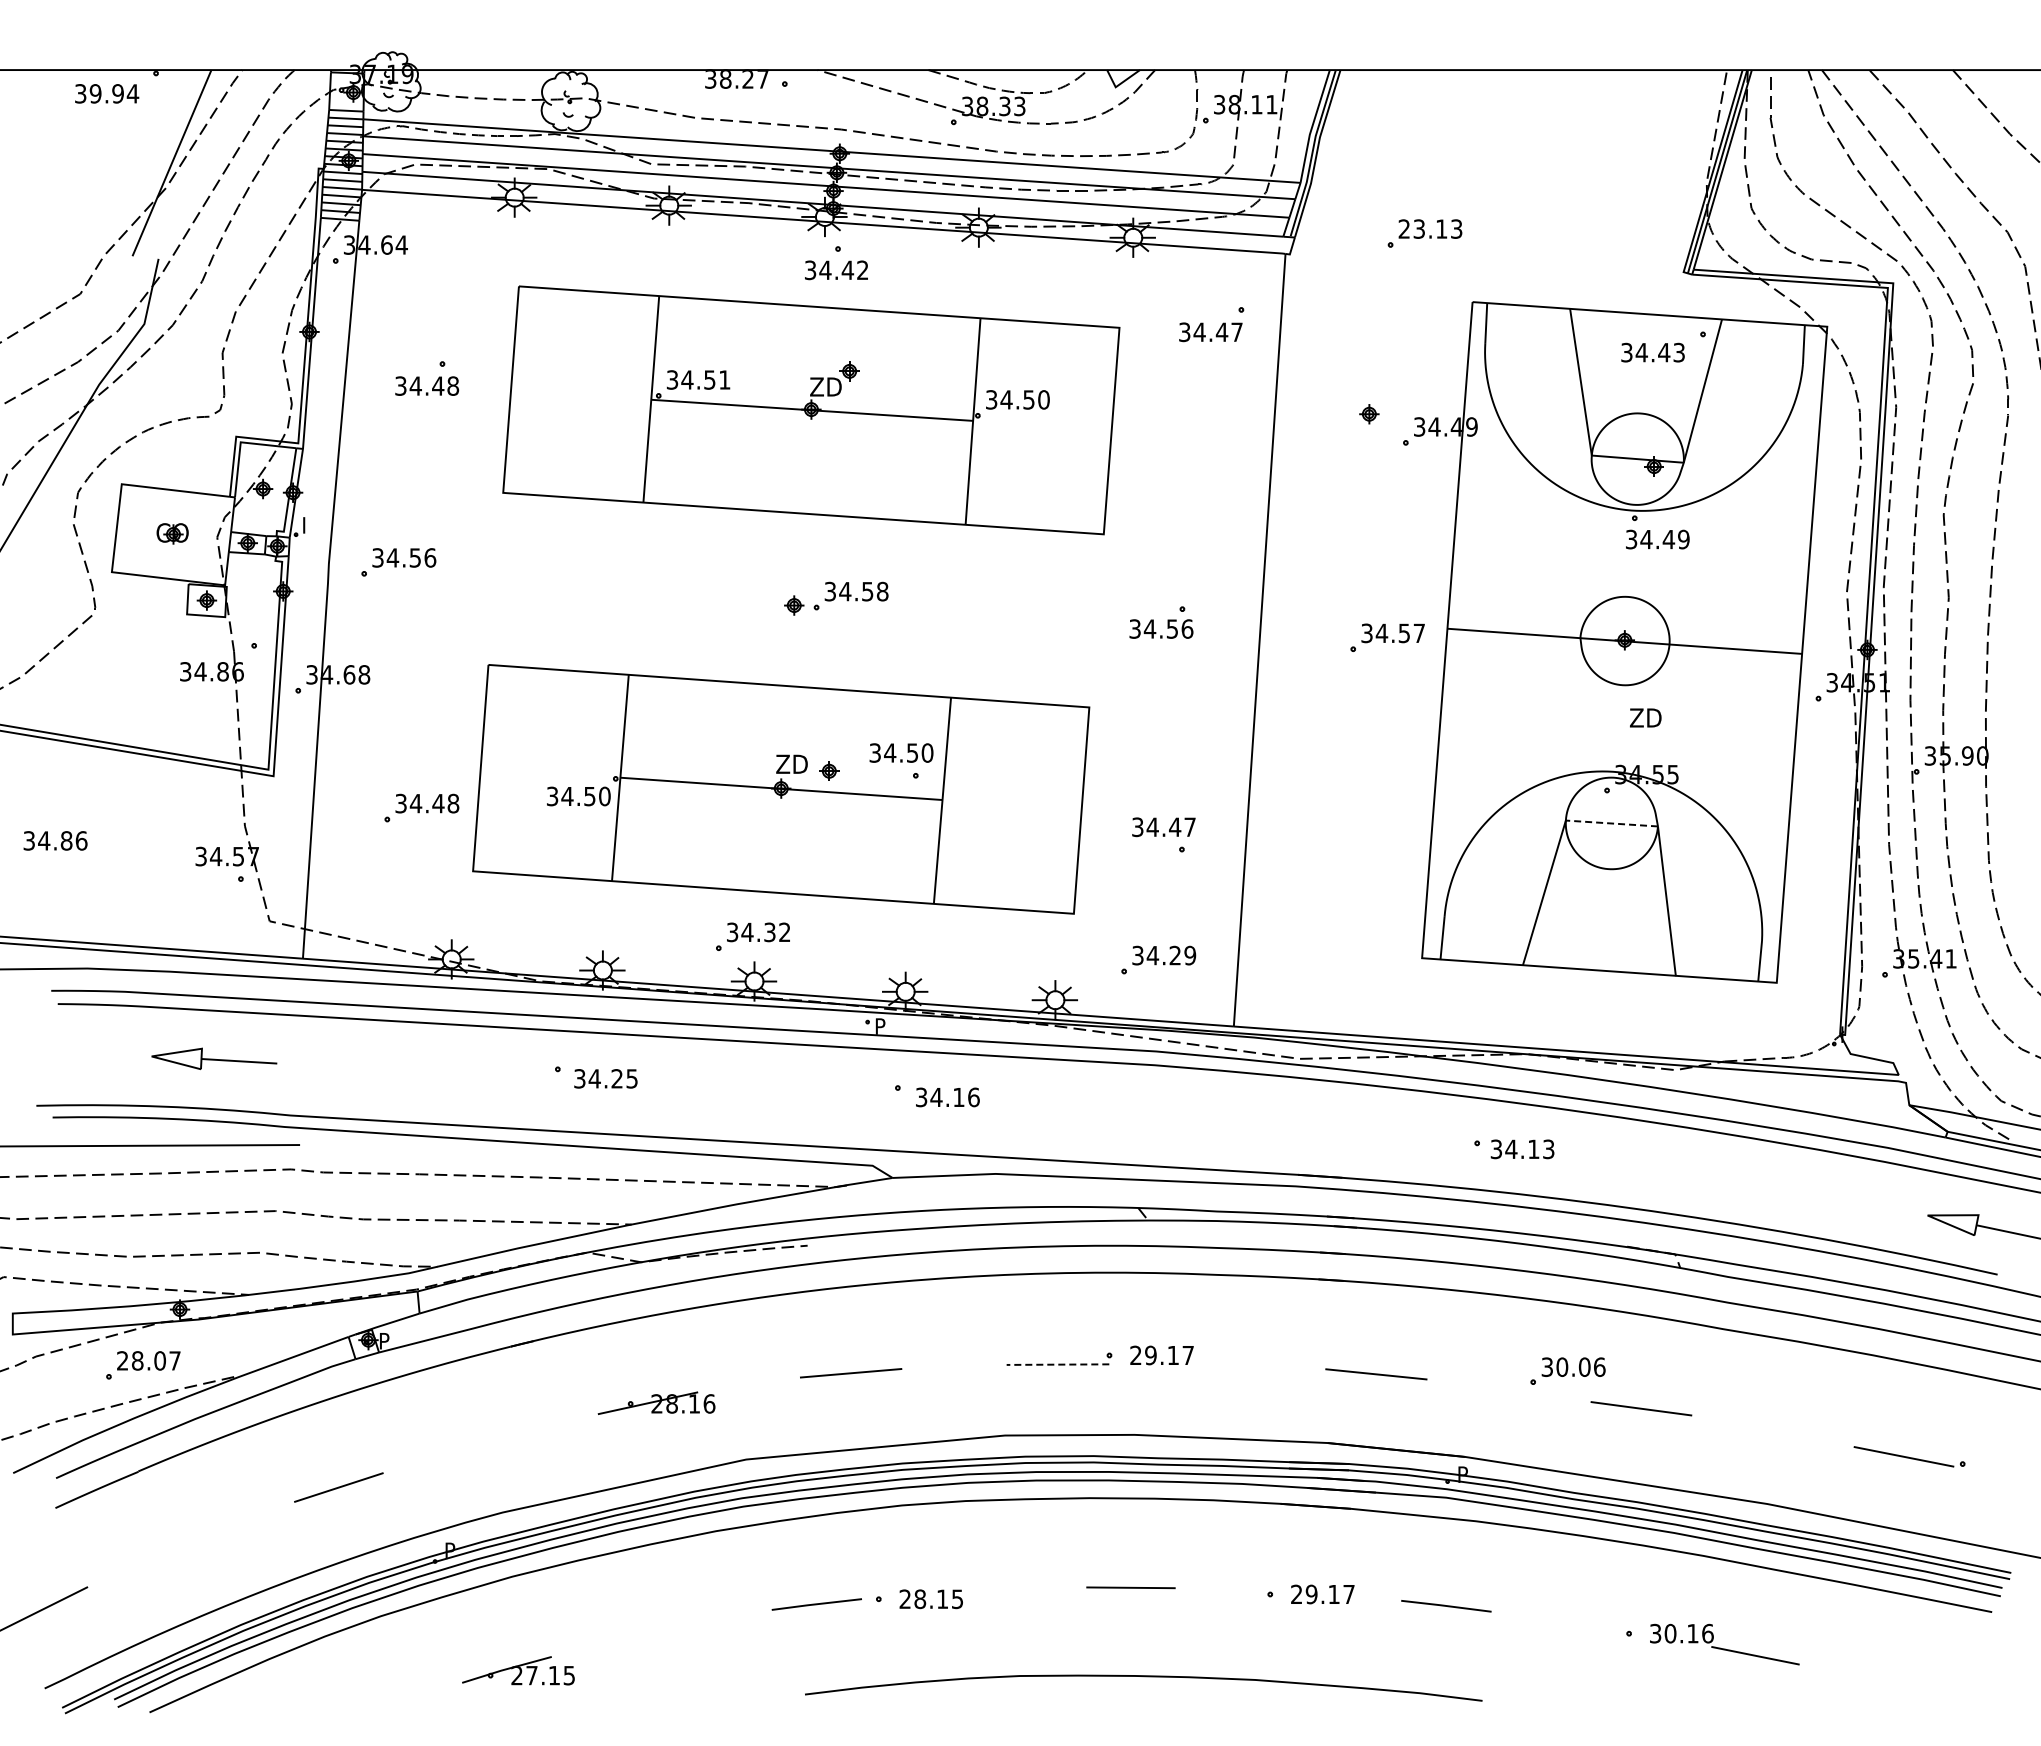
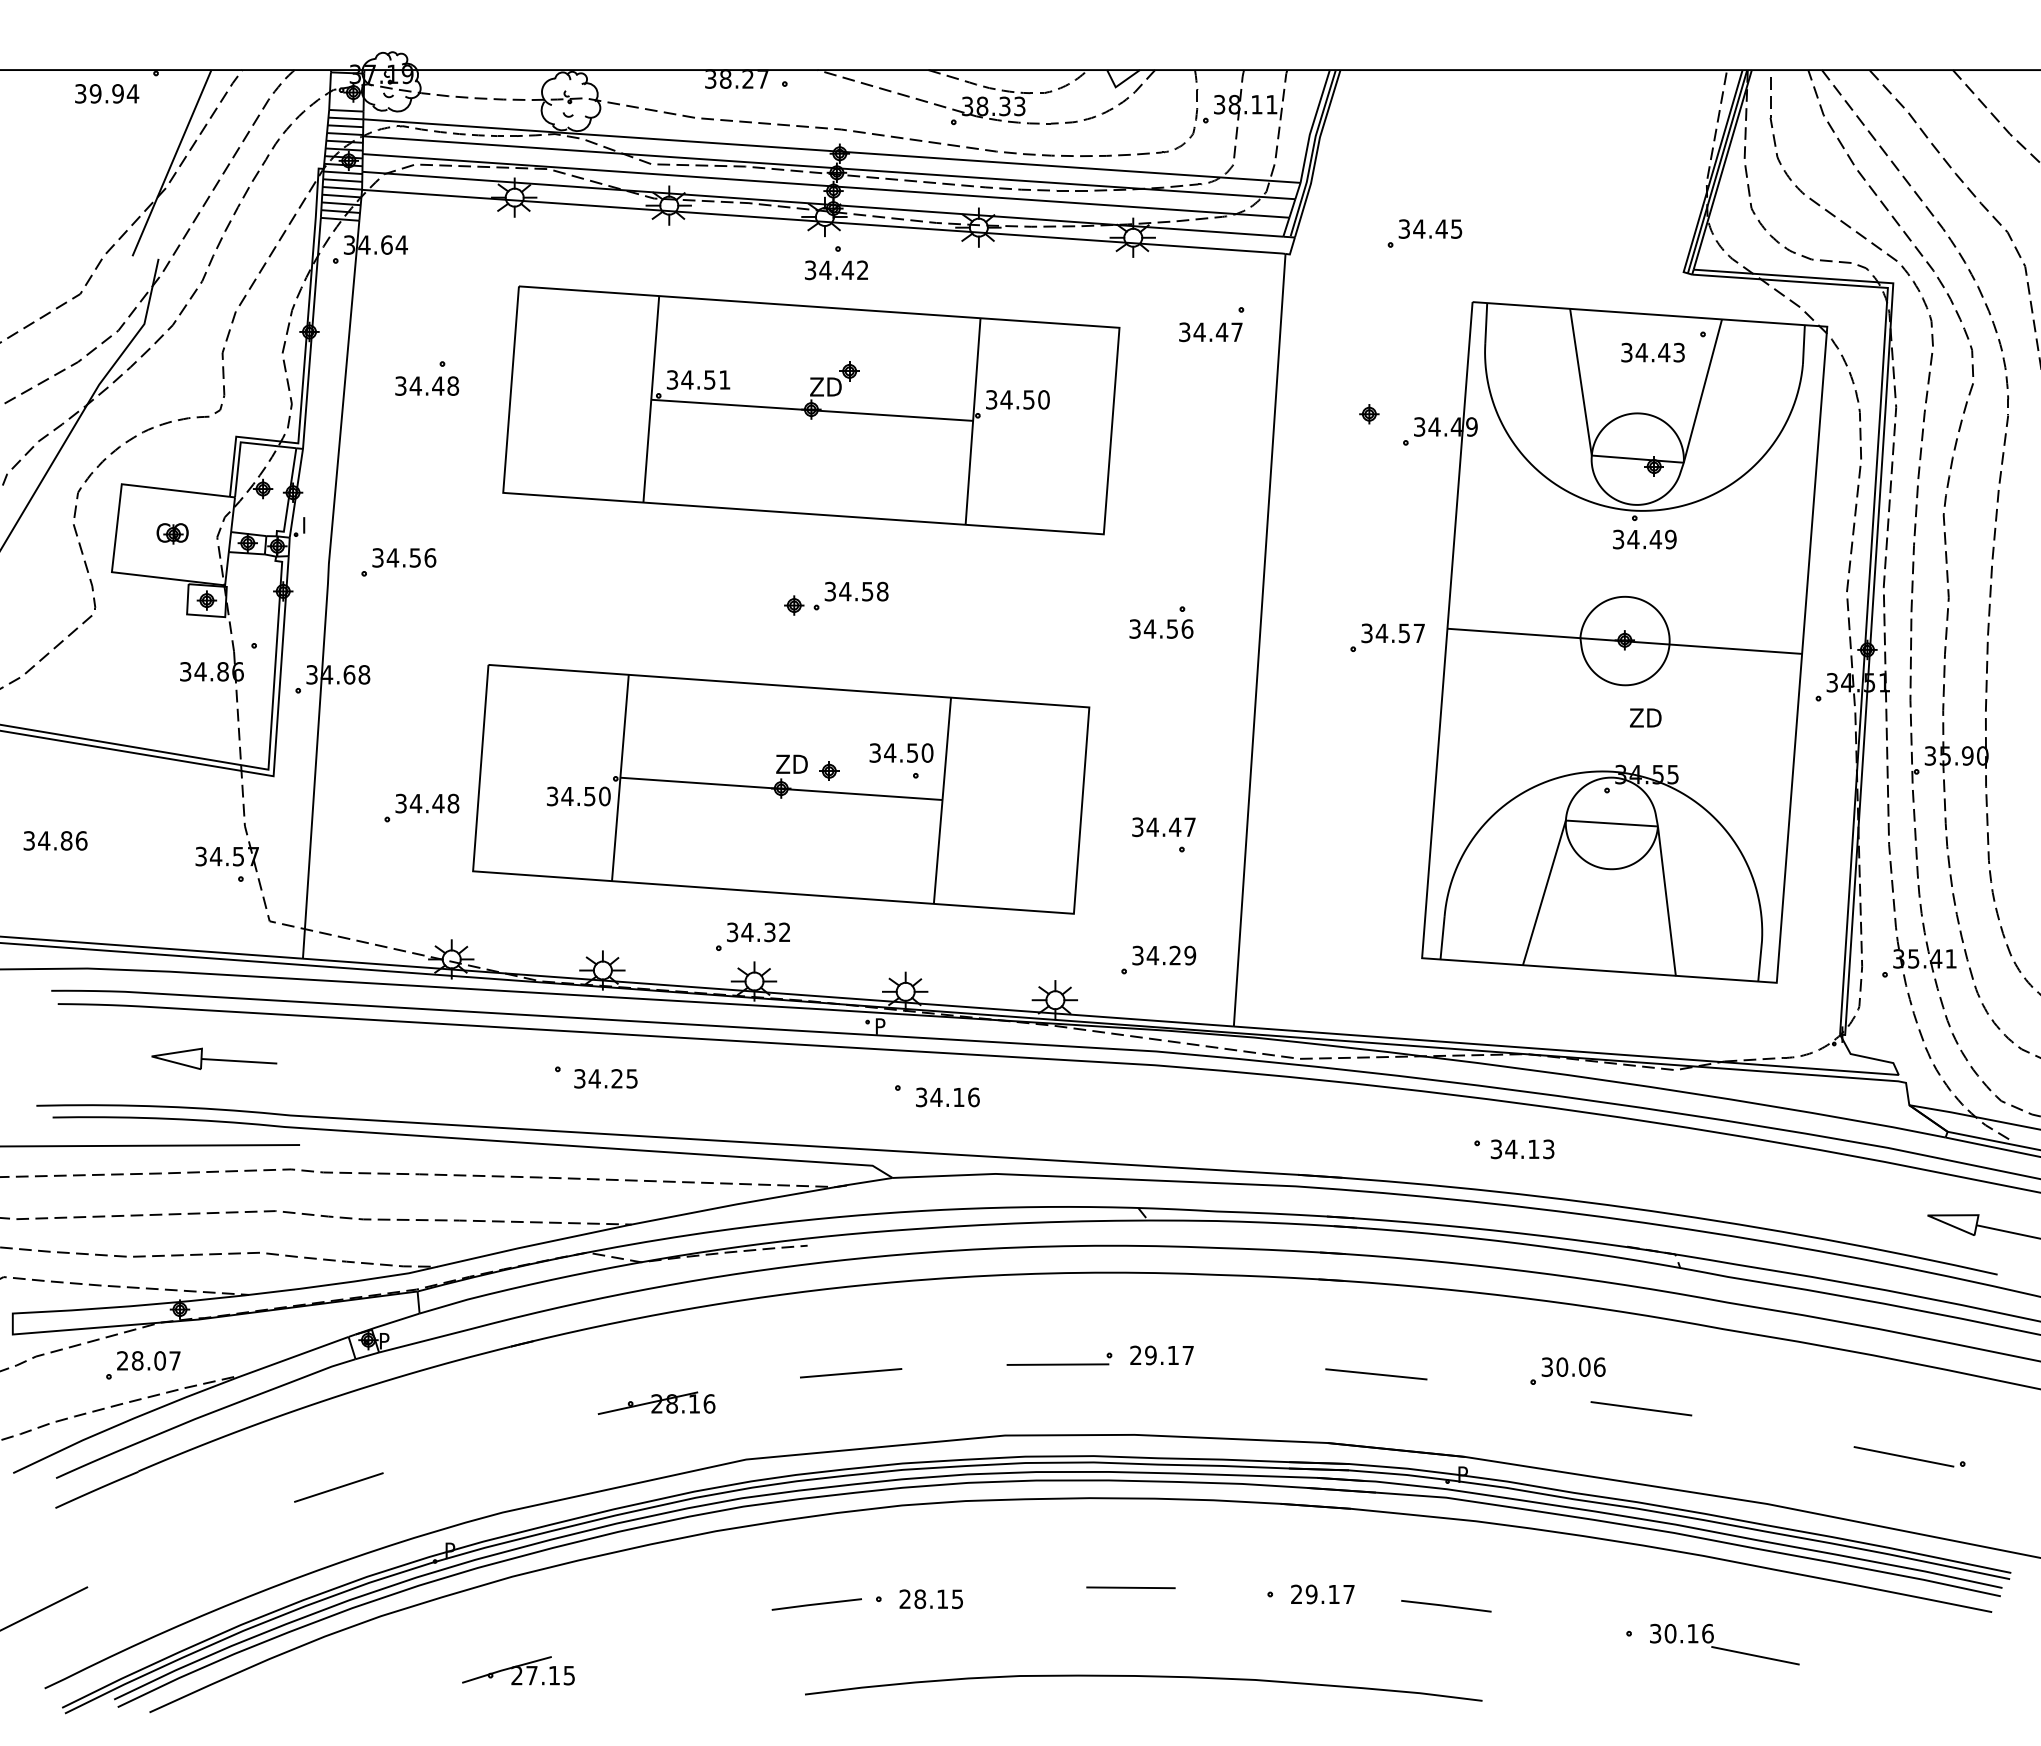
text at (1430, 228): 23.13 -> 34.45
text at (1657, 539) position: (1657, 539) -> (1644, 539)
line at (1611, 823): dashed -> solid
line at (1057, 1364): dashed -> solid
